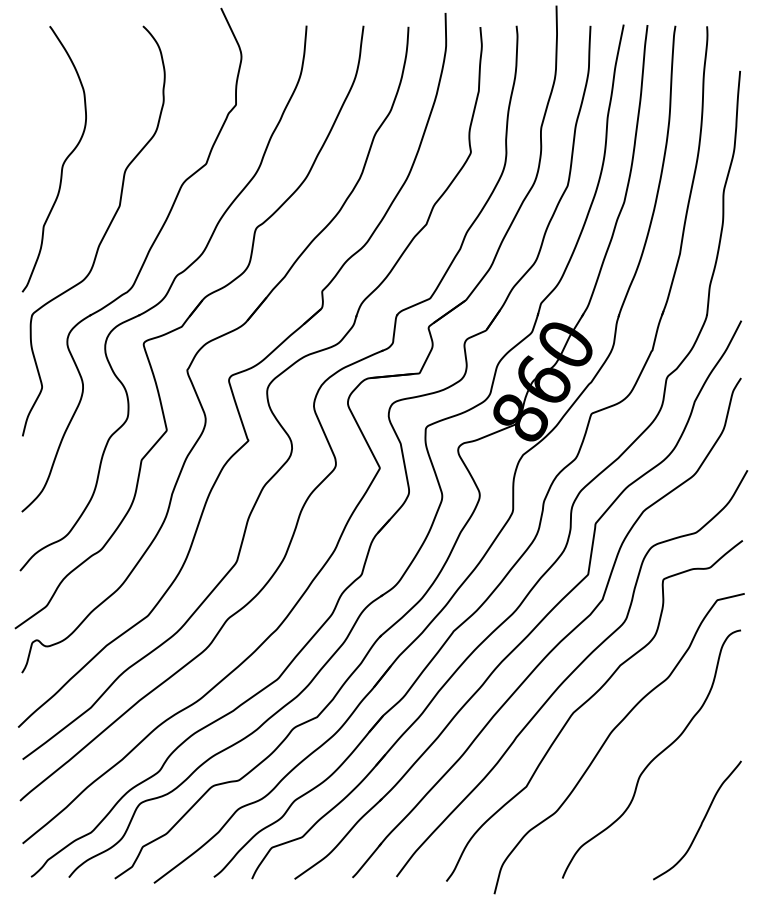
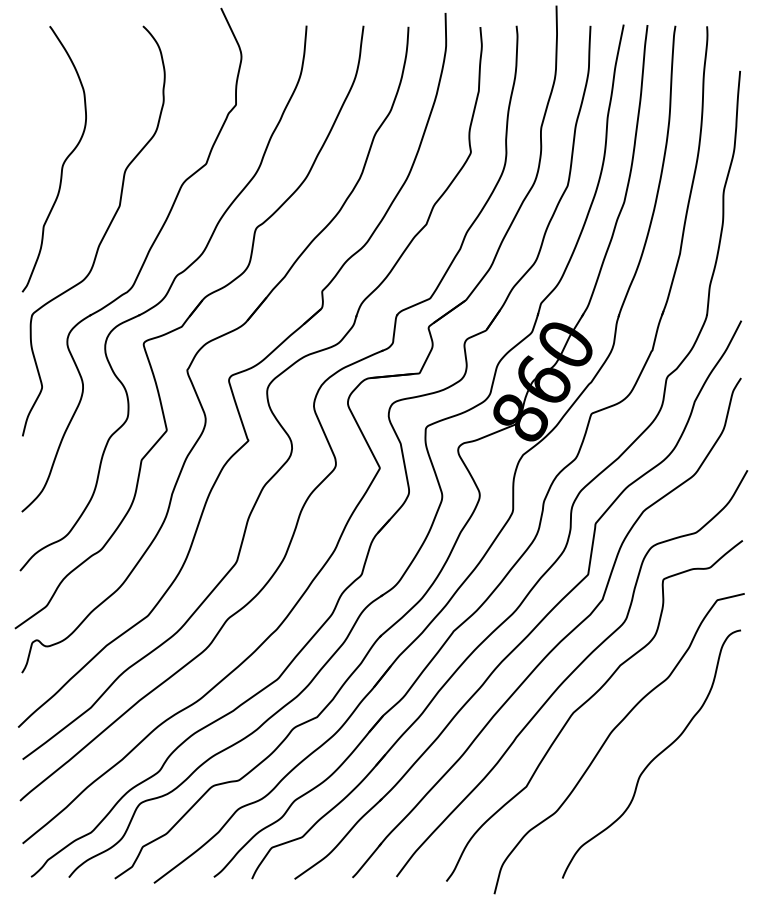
curve at (701, 821): present -> none
